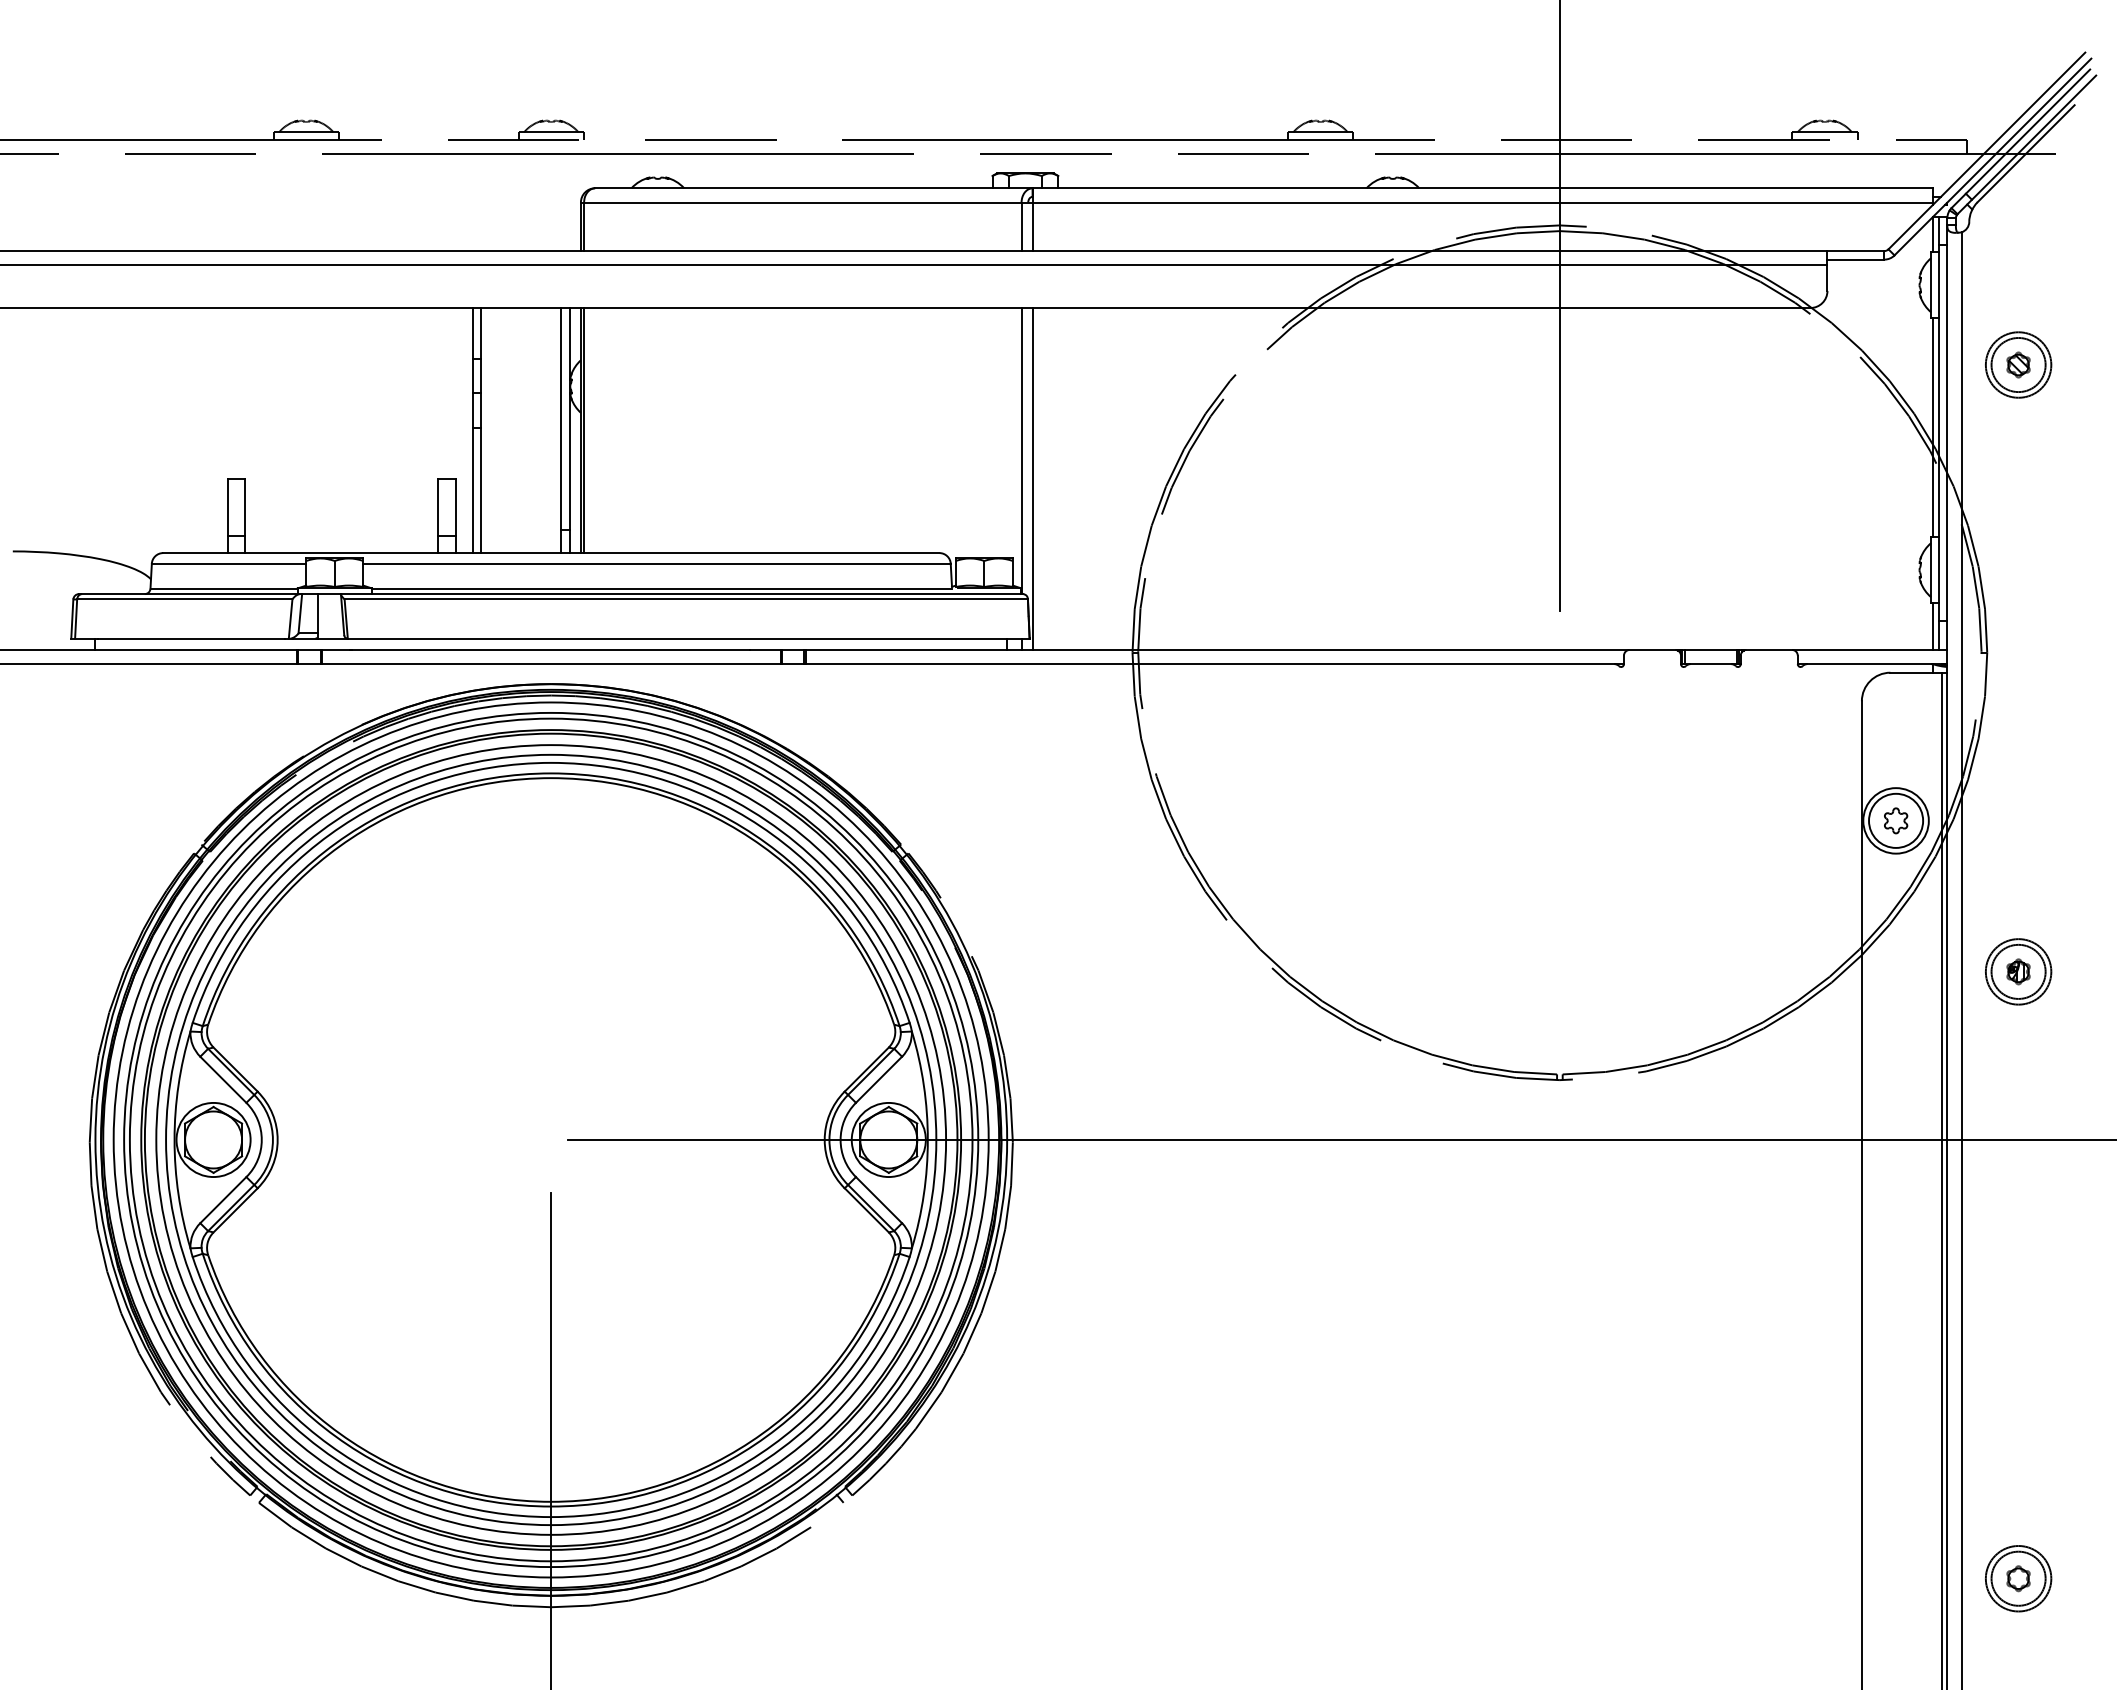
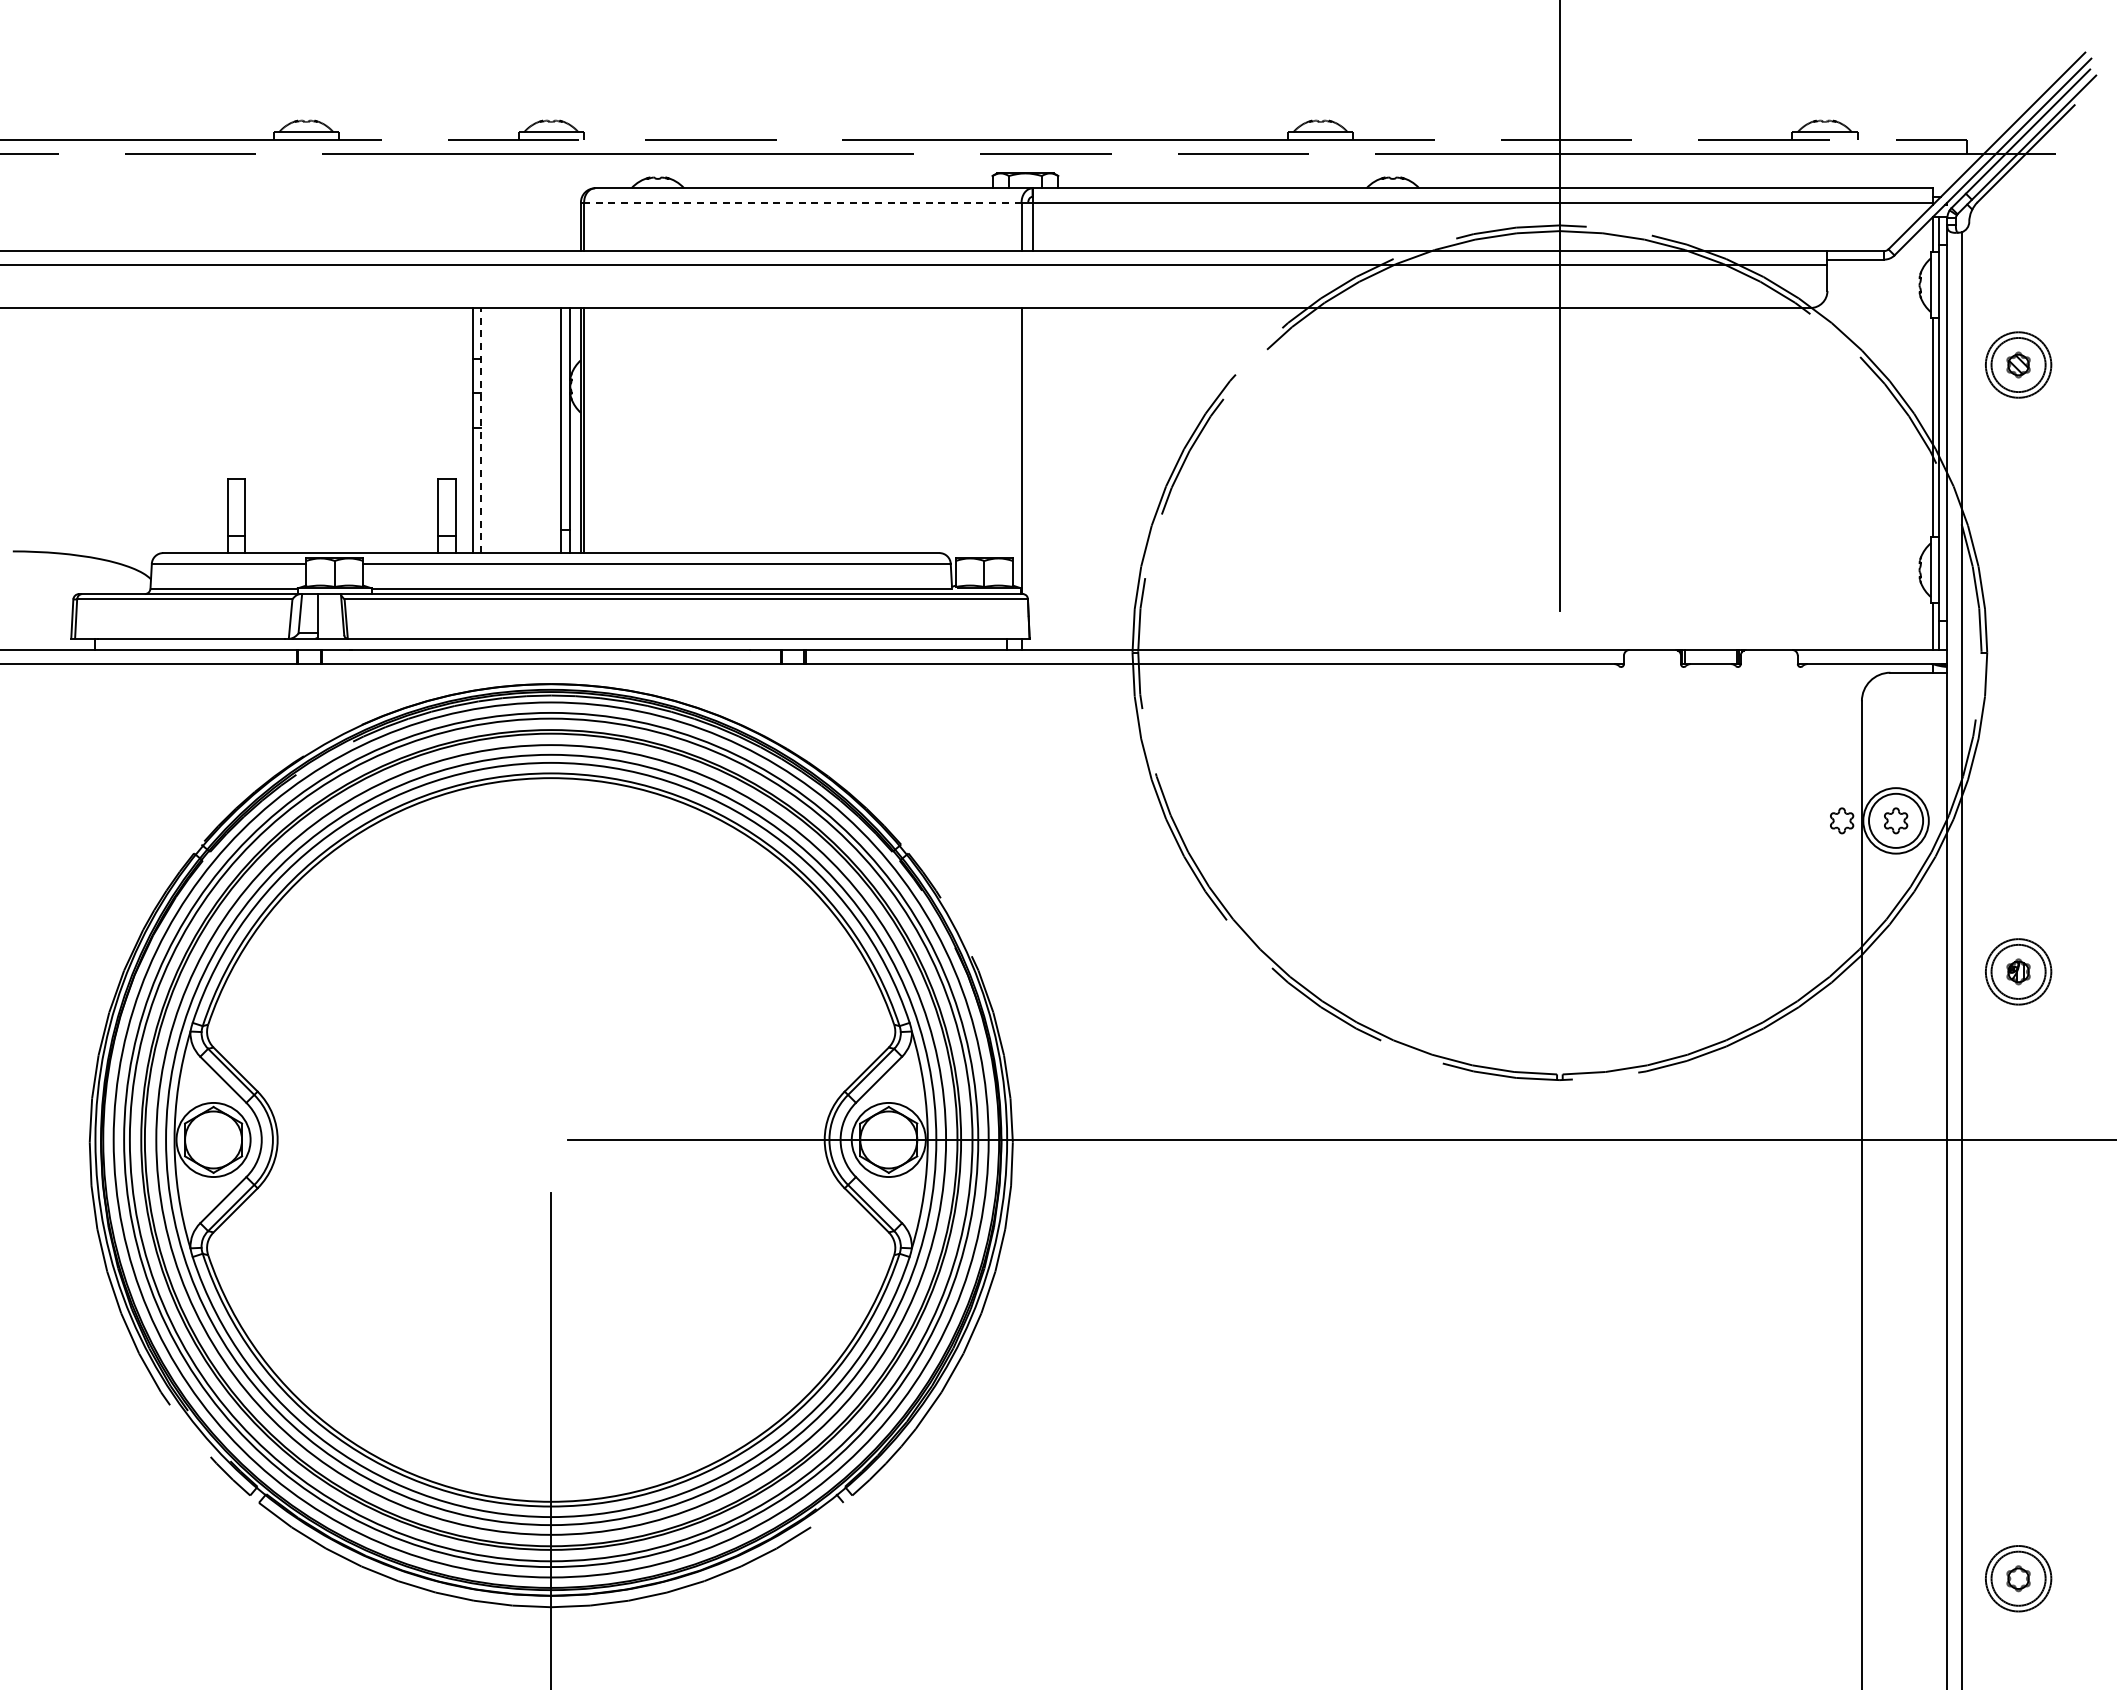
line at (802, 202): solid -> dashed
line at (481, 430): solid -> dashed
line at (1032, 478): present -> none
part at (1842, 820): none -> present
line at (1941, 1179): present -> none
